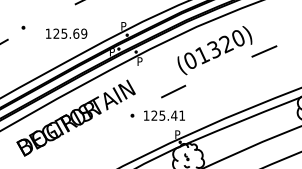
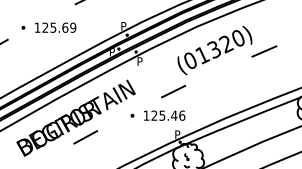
text at (66, 33) position: (66, 33) -> (55, 27)
text at (182, 115): 125.41 -> 125.46
line at (85, 137): none -> present
